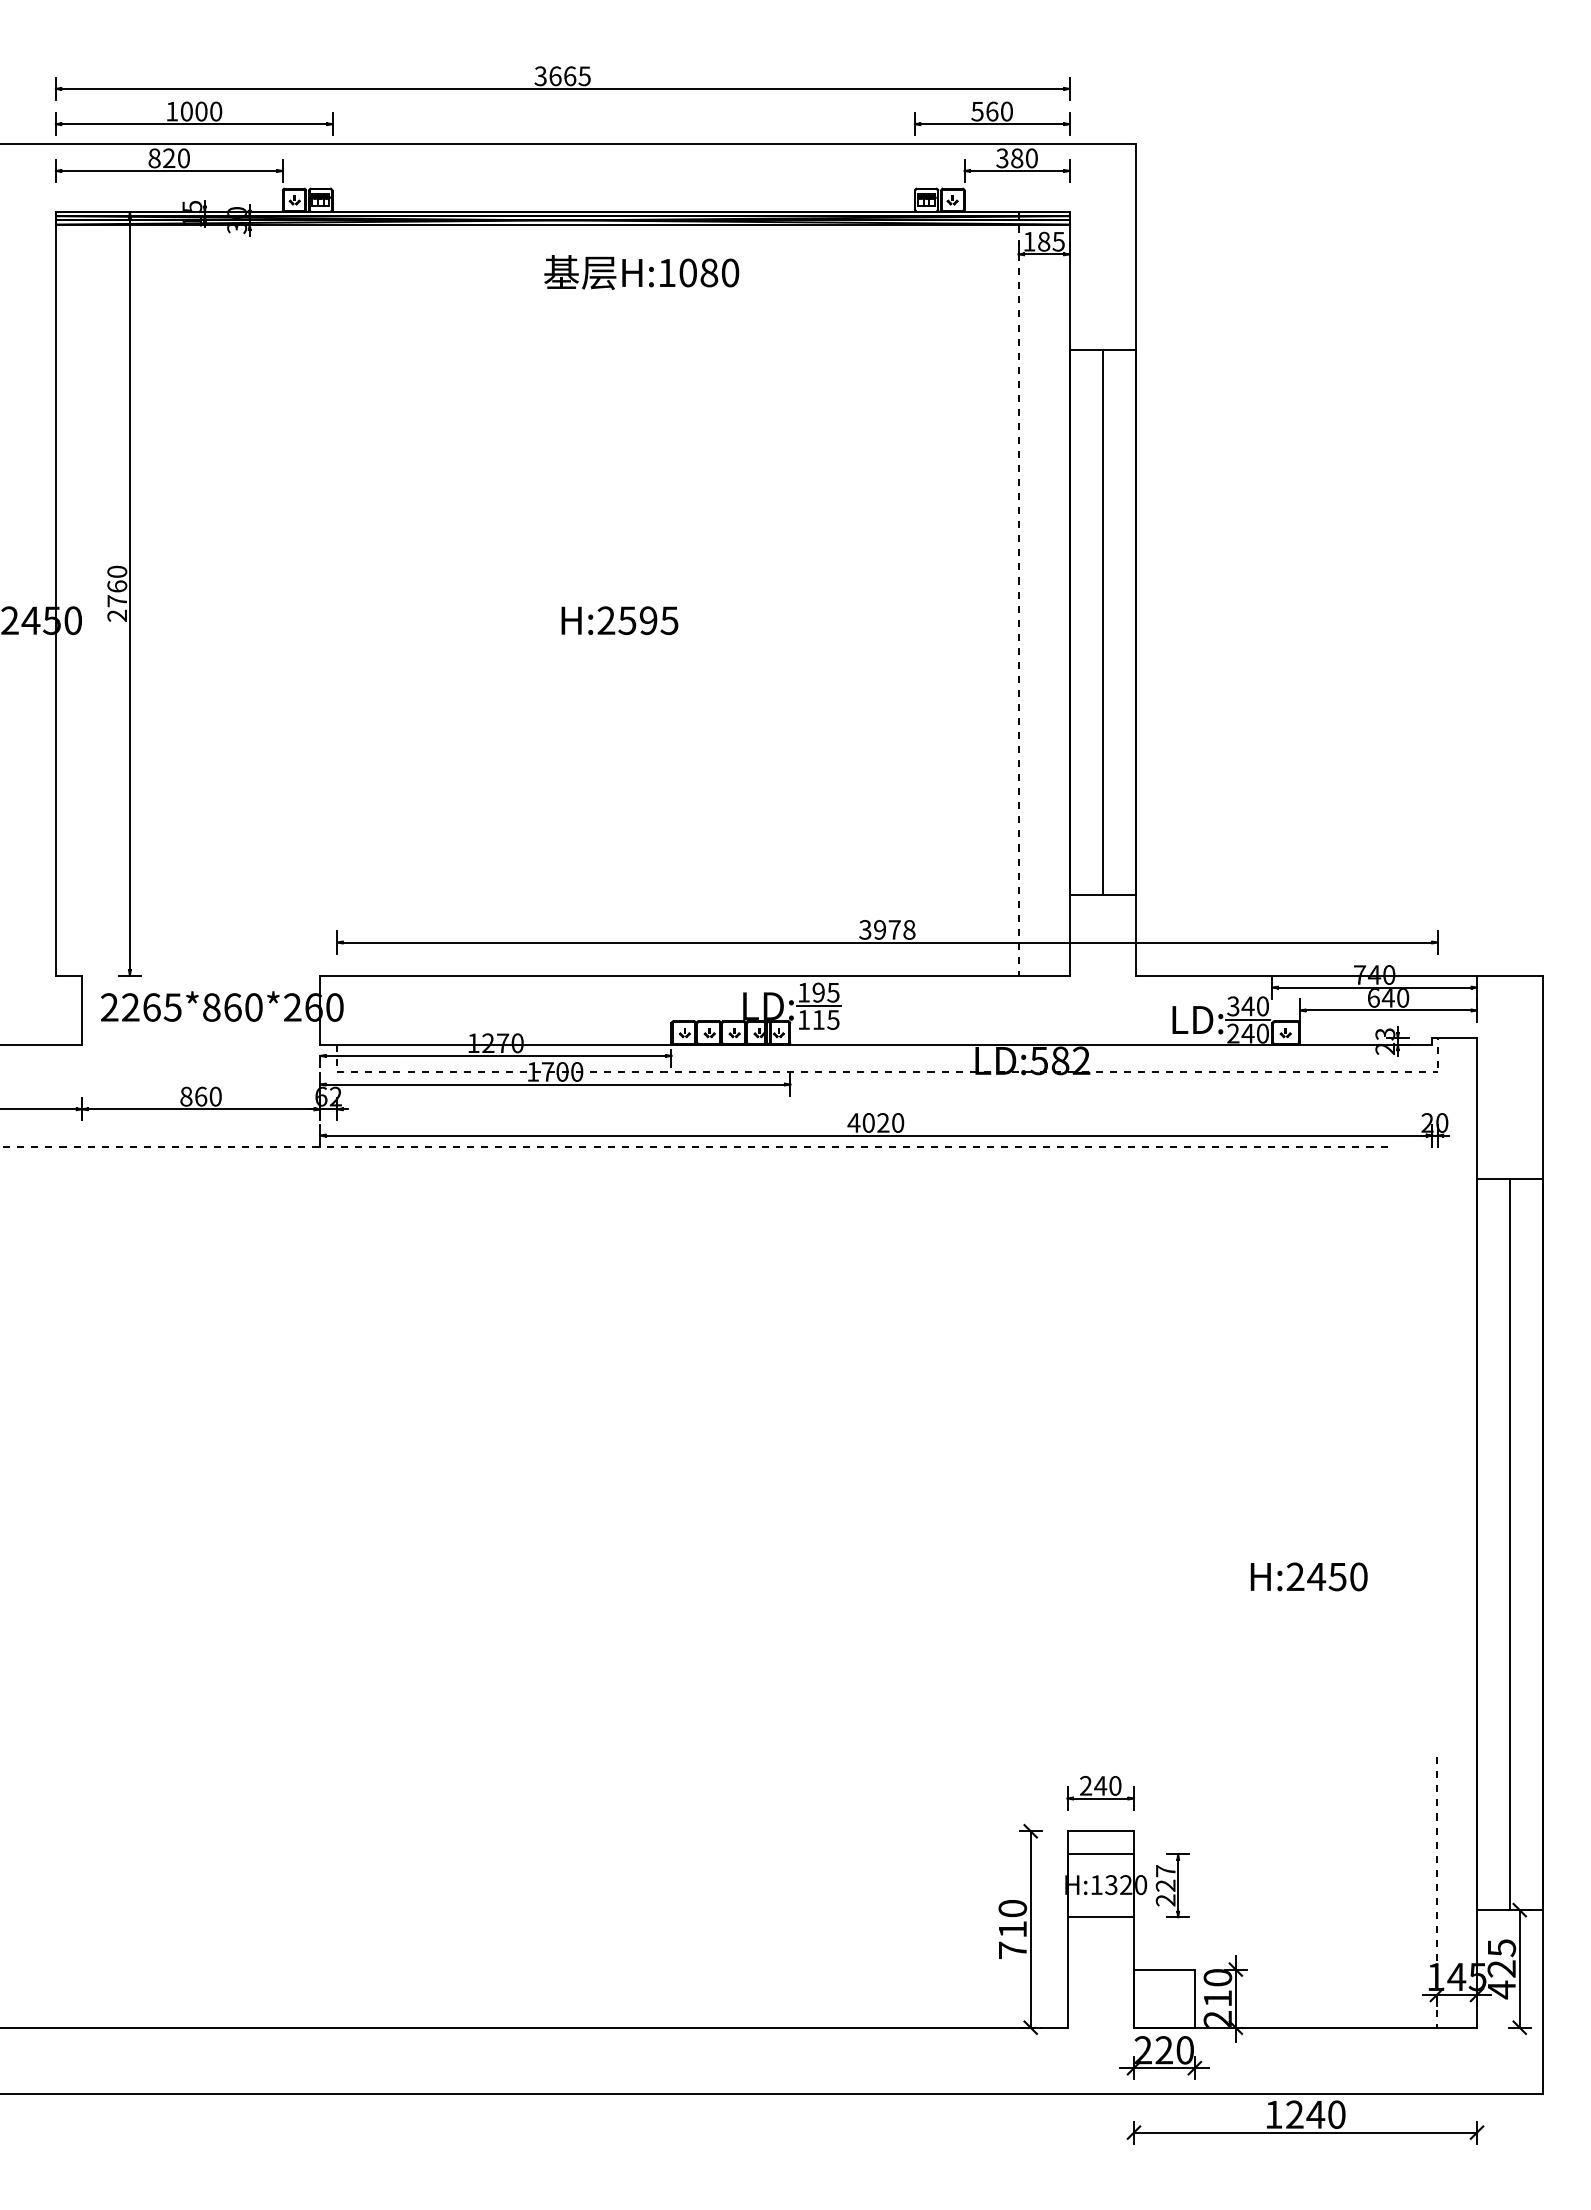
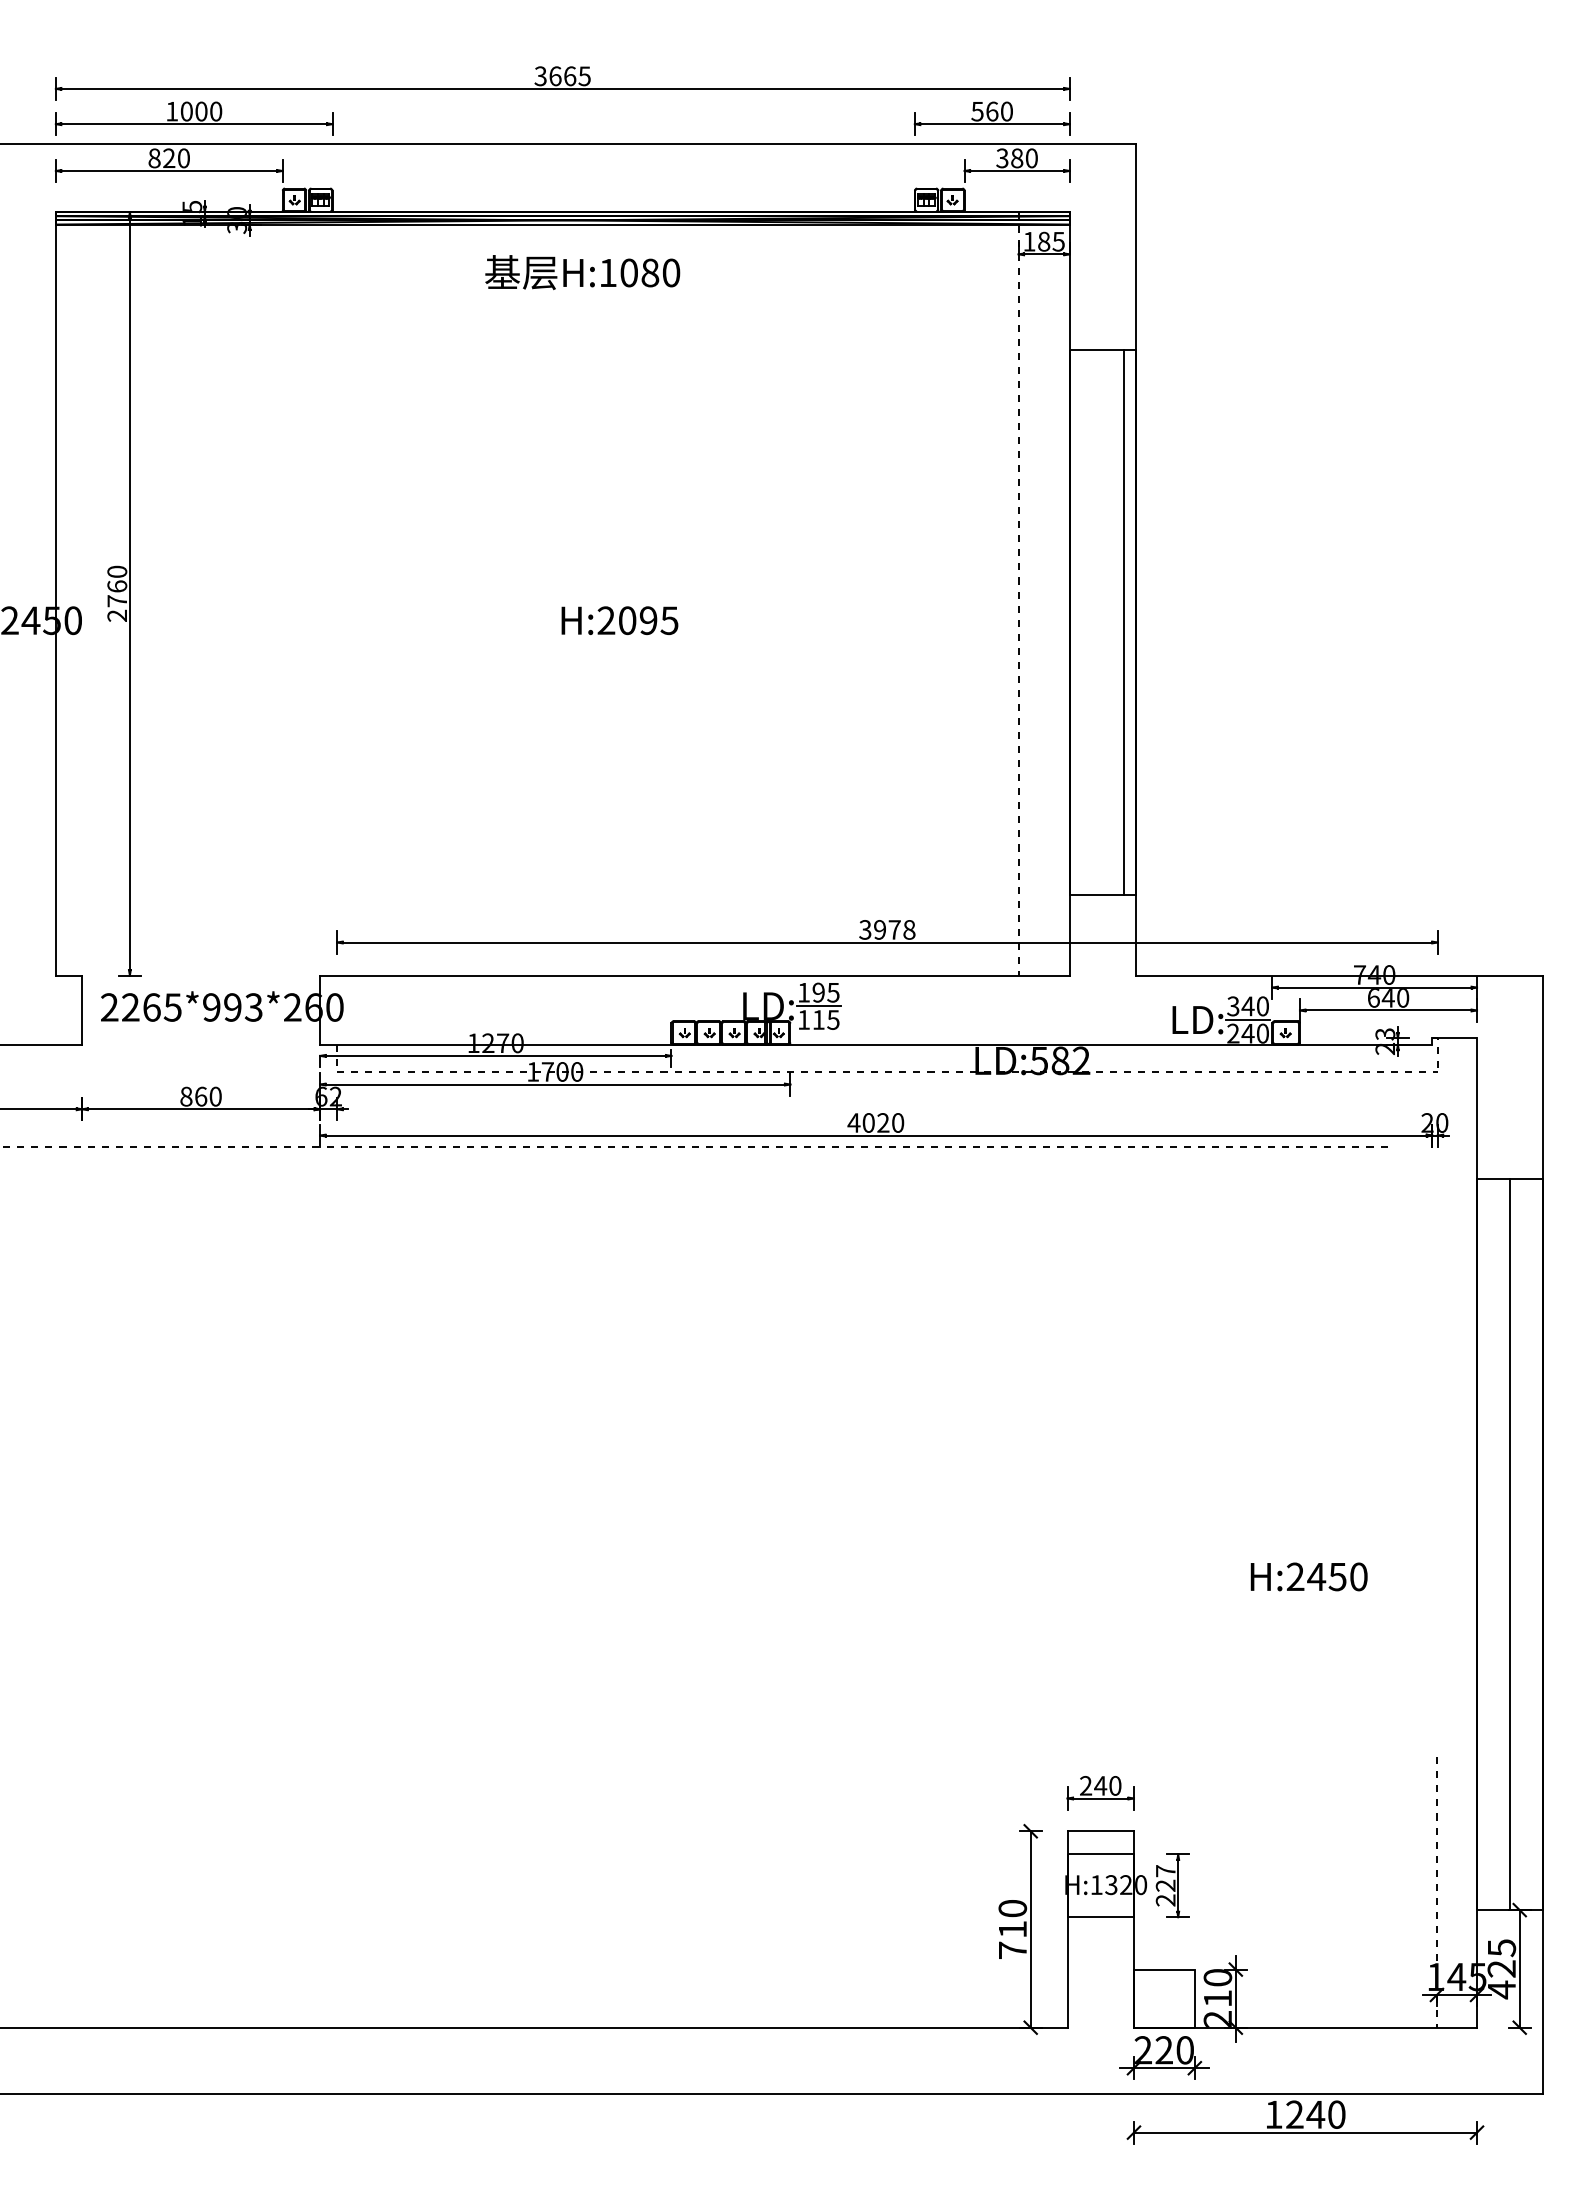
text at (641, 272) position: (641, 272) -> (582, 272)
text at (627, 620): H:2595 -> H:2095
line at (1102, 622) position: (1102, 622) -> (1123, 622)
text at (232, 1007): 2265*860*260 -> 2265*993*260
